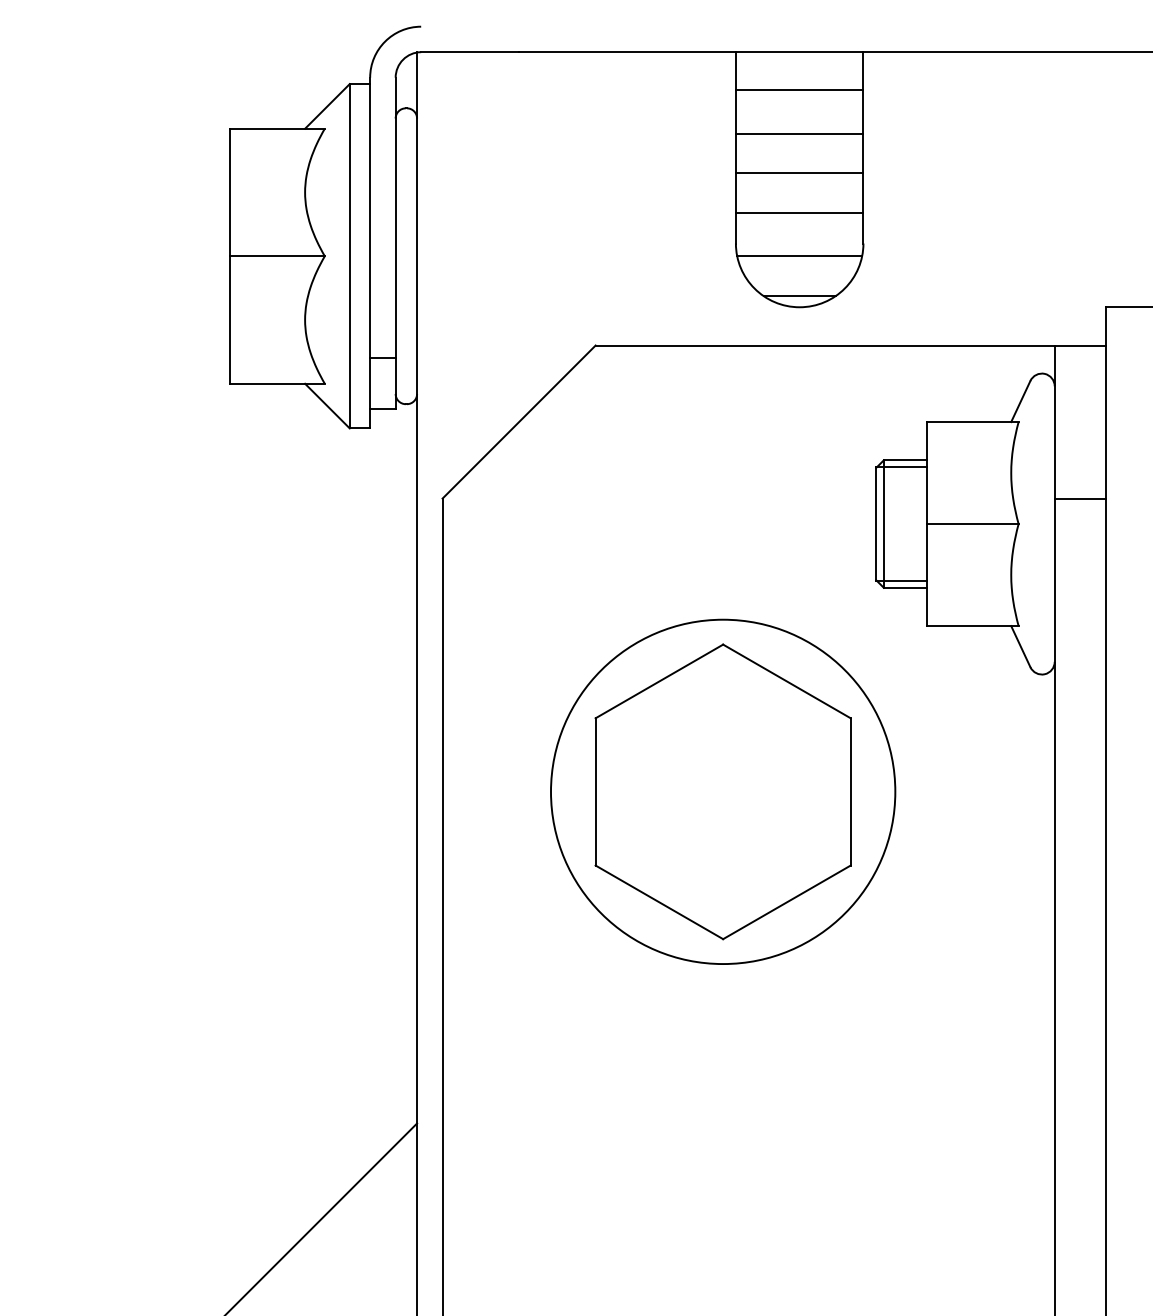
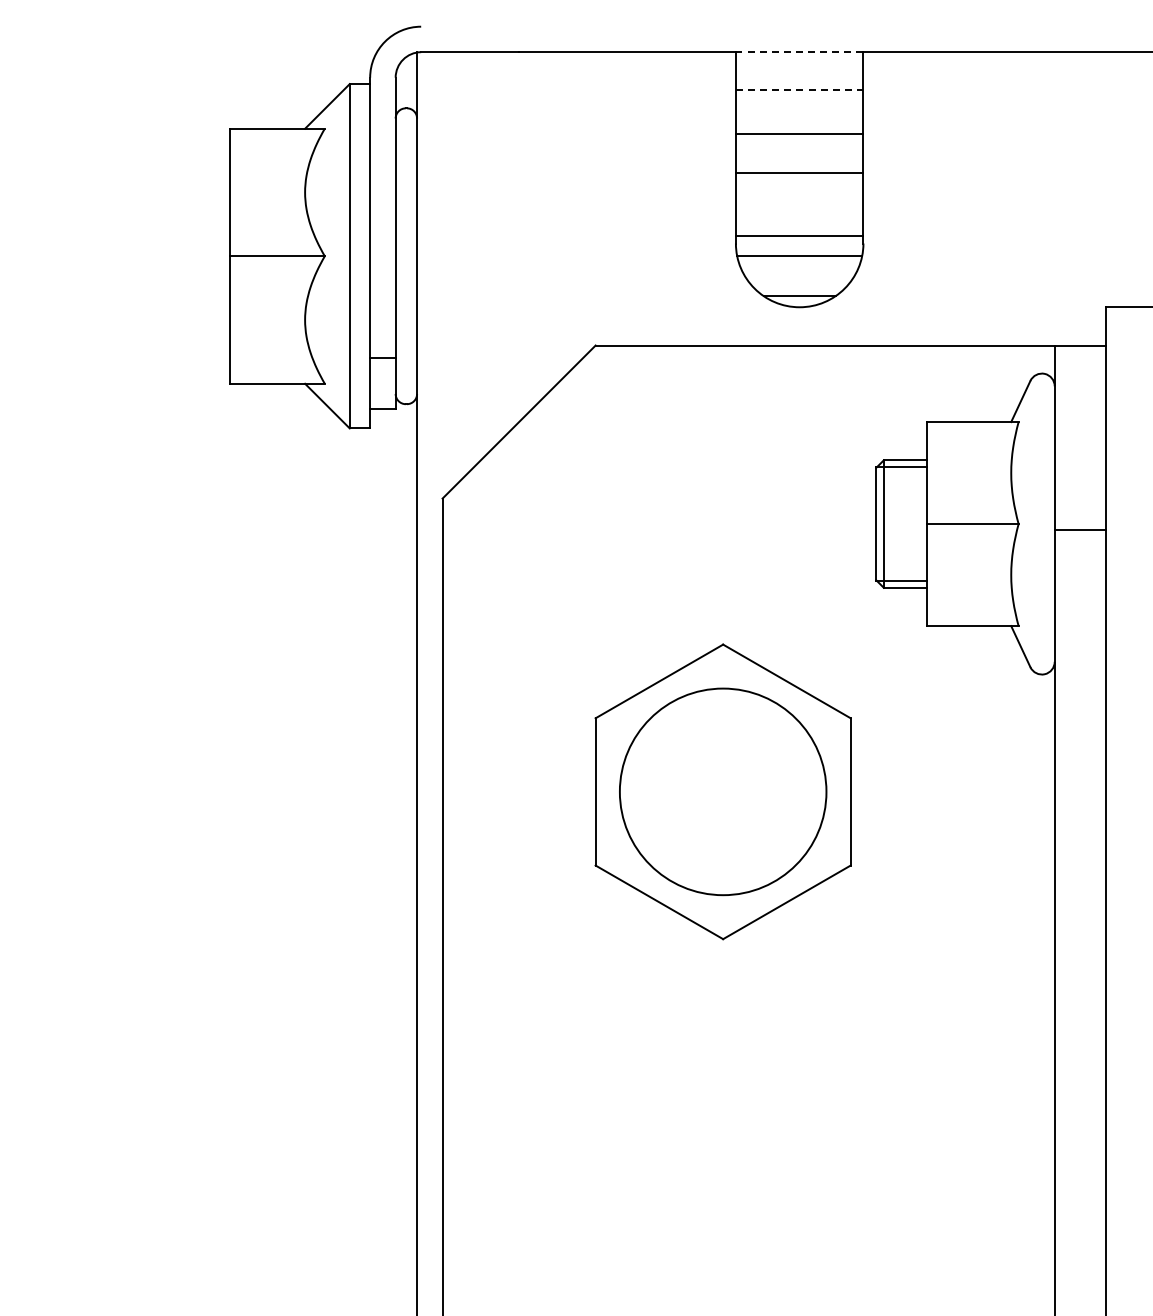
line at (799, 52): solid -> dashed
line at (799, 89): solid -> dashed
line at (799, 212) position: (799, 212) -> (799, 235)
line at (1079, 498) position: (1079, 498) -> (1079, 529)
circle at (723, 791) diameter: 344 px -> 207 px
line at (322, 1217): present -> none
